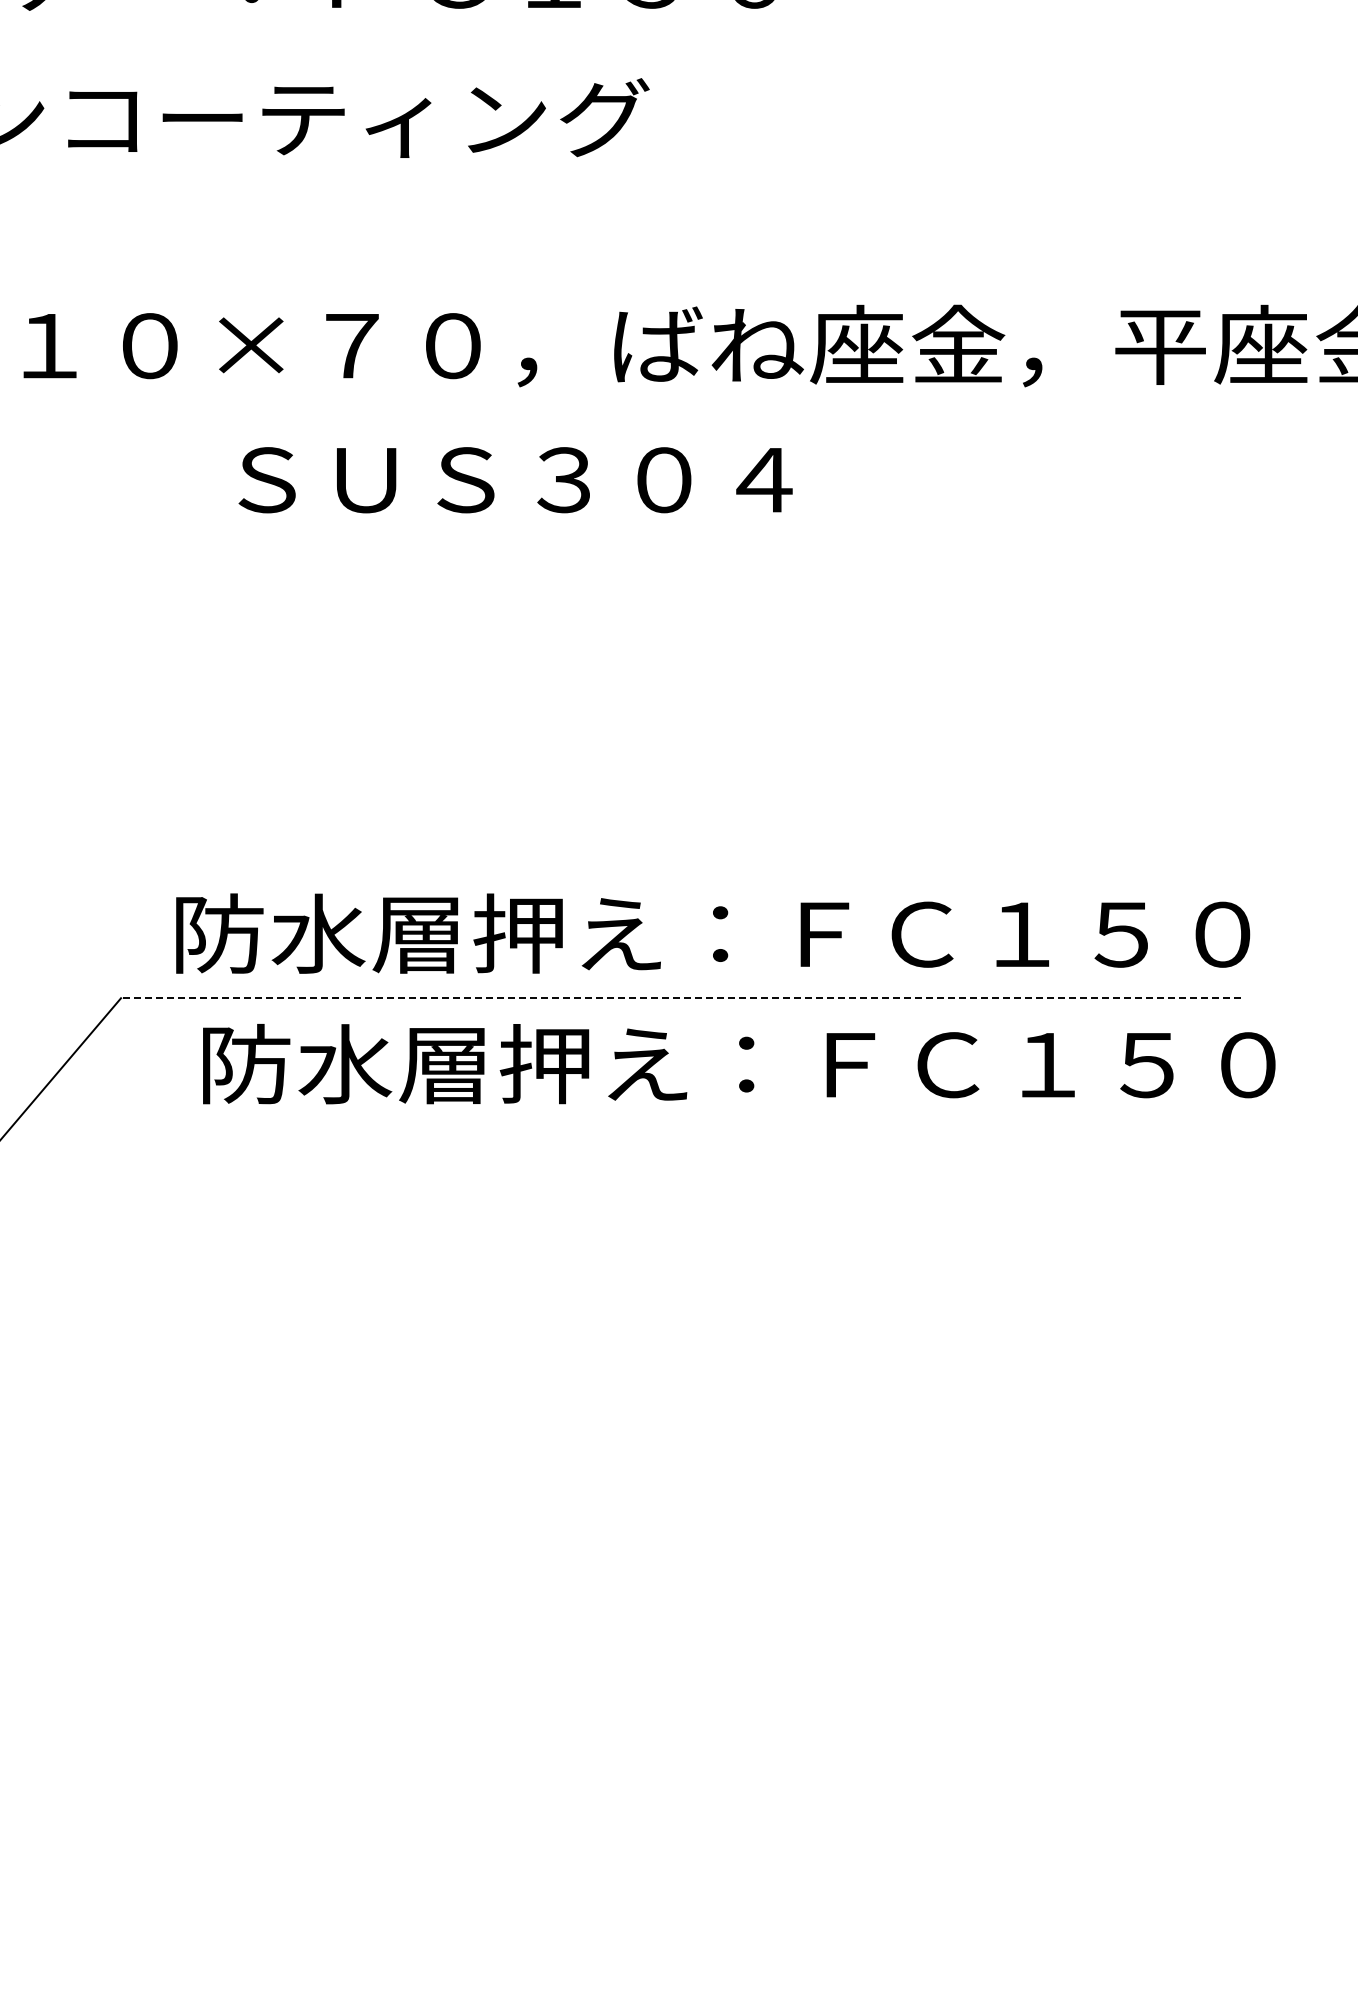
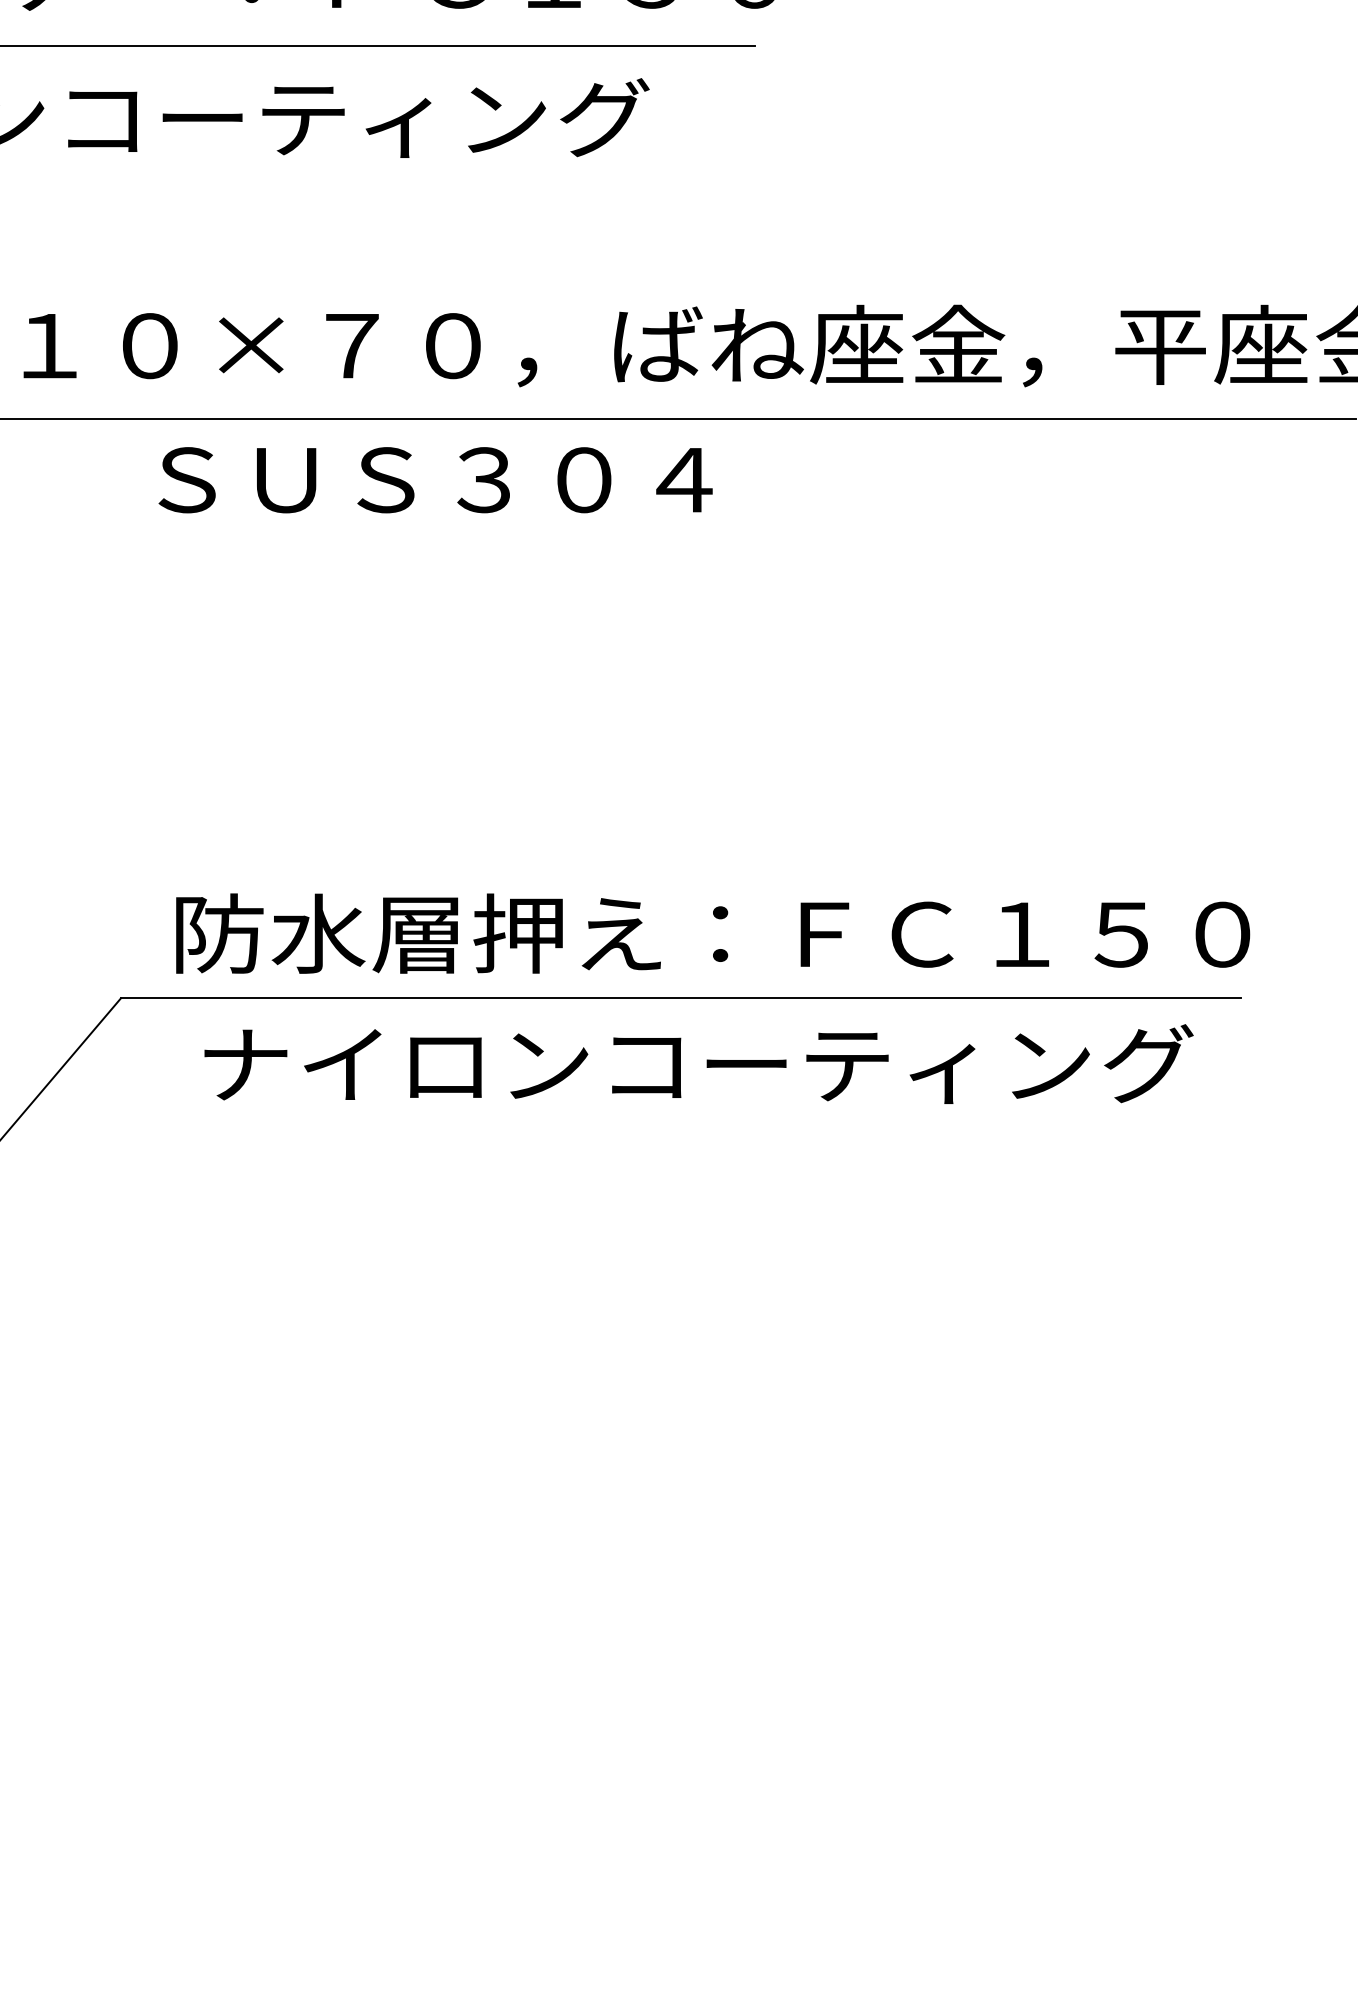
line at (378, 46): none -> present
line at (678, 418): none -> present
text at (515, 480) position: (515, 480) -> (435, 480)
line at (680, 998): dashed -> solid
text at (739, 1063): 防水層押え：ＦＣ１５０ -> ナイロンコーティング
